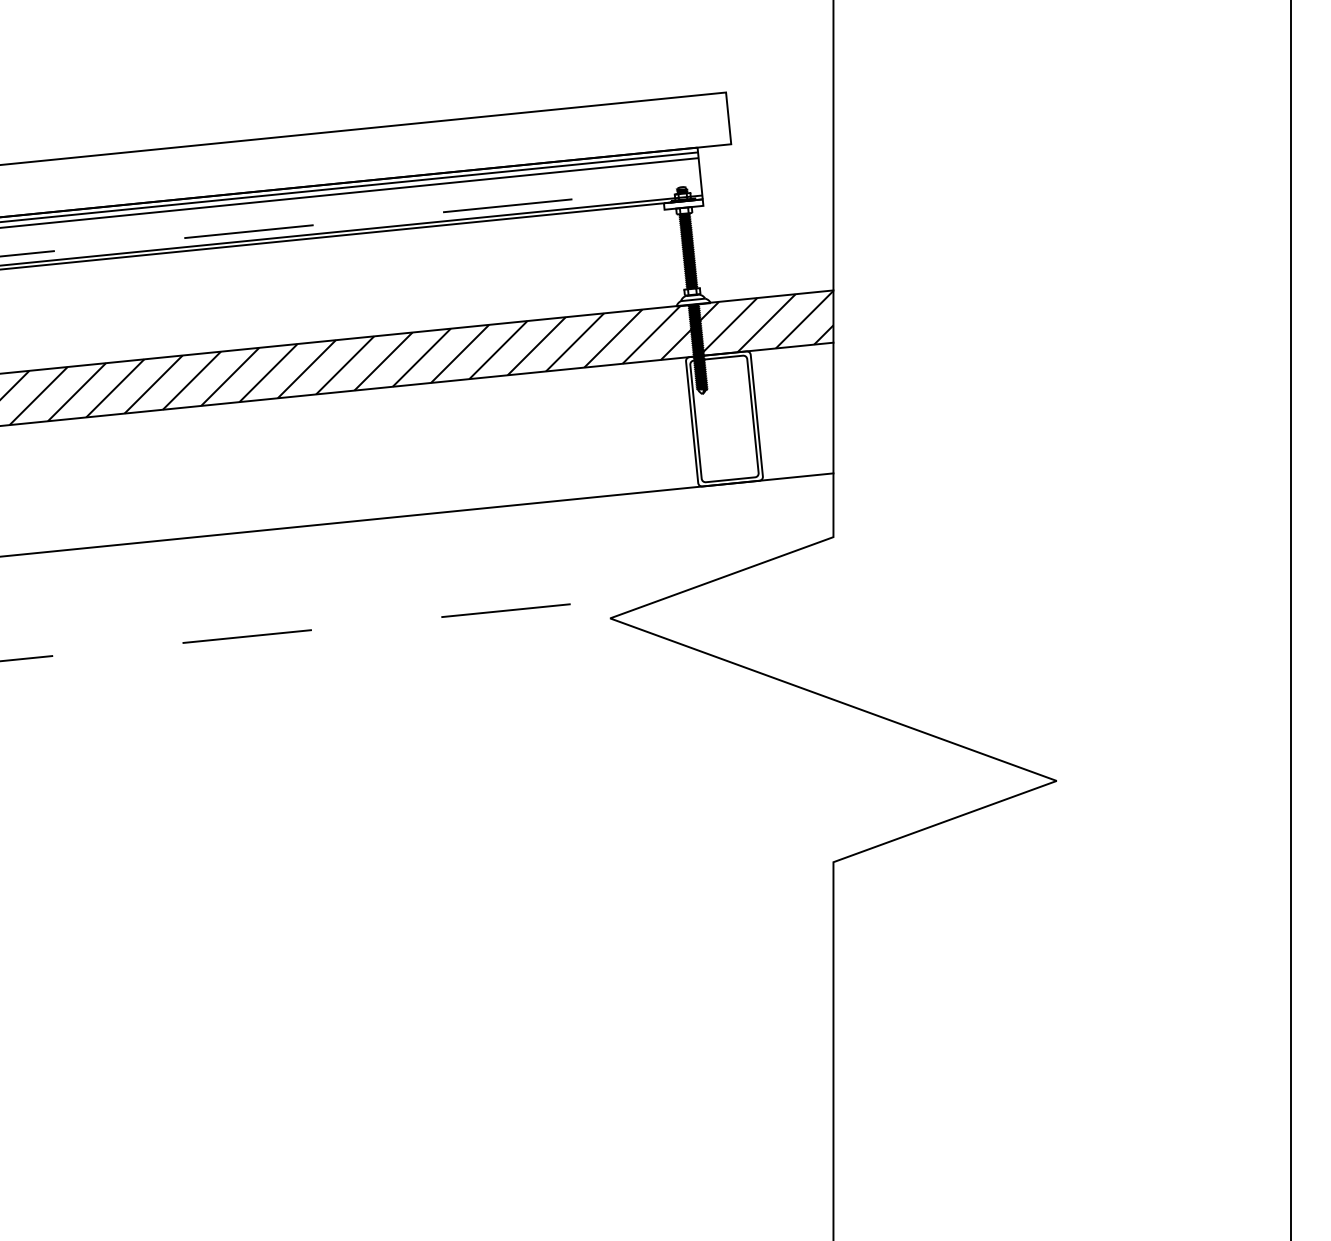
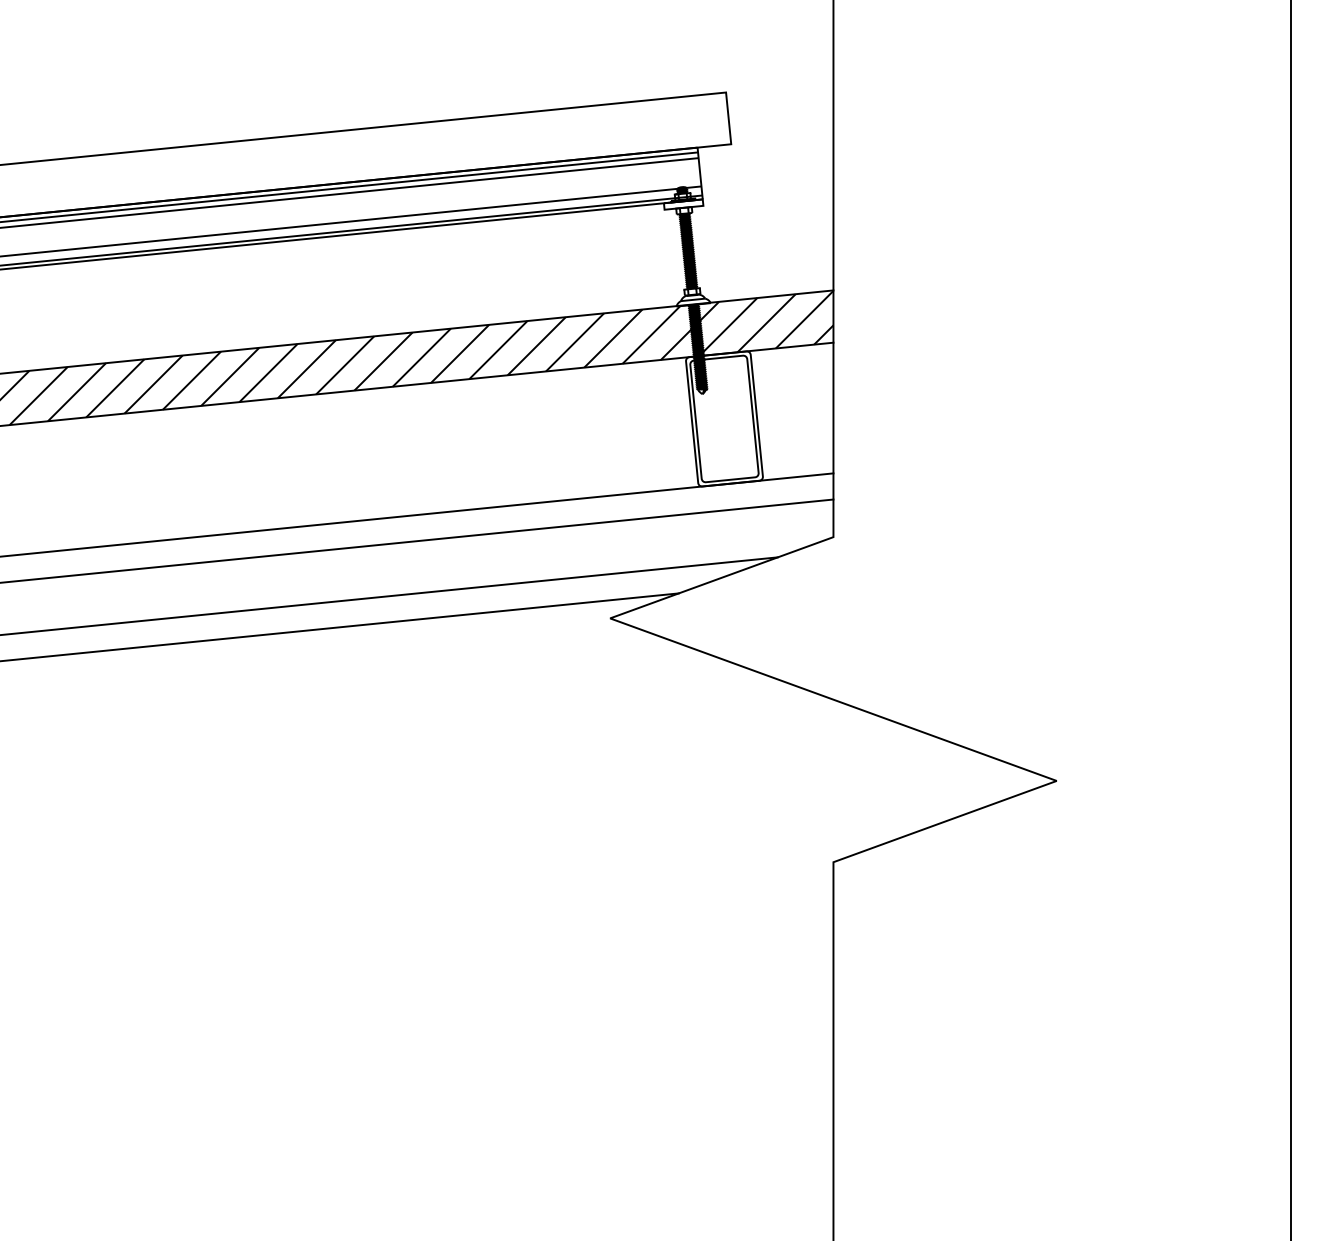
line at (351, 221): dashed -> solid
line at (417, 540): none -> present
line at (389, 595): none -> present
line at (339, 627): dashed -> solid
